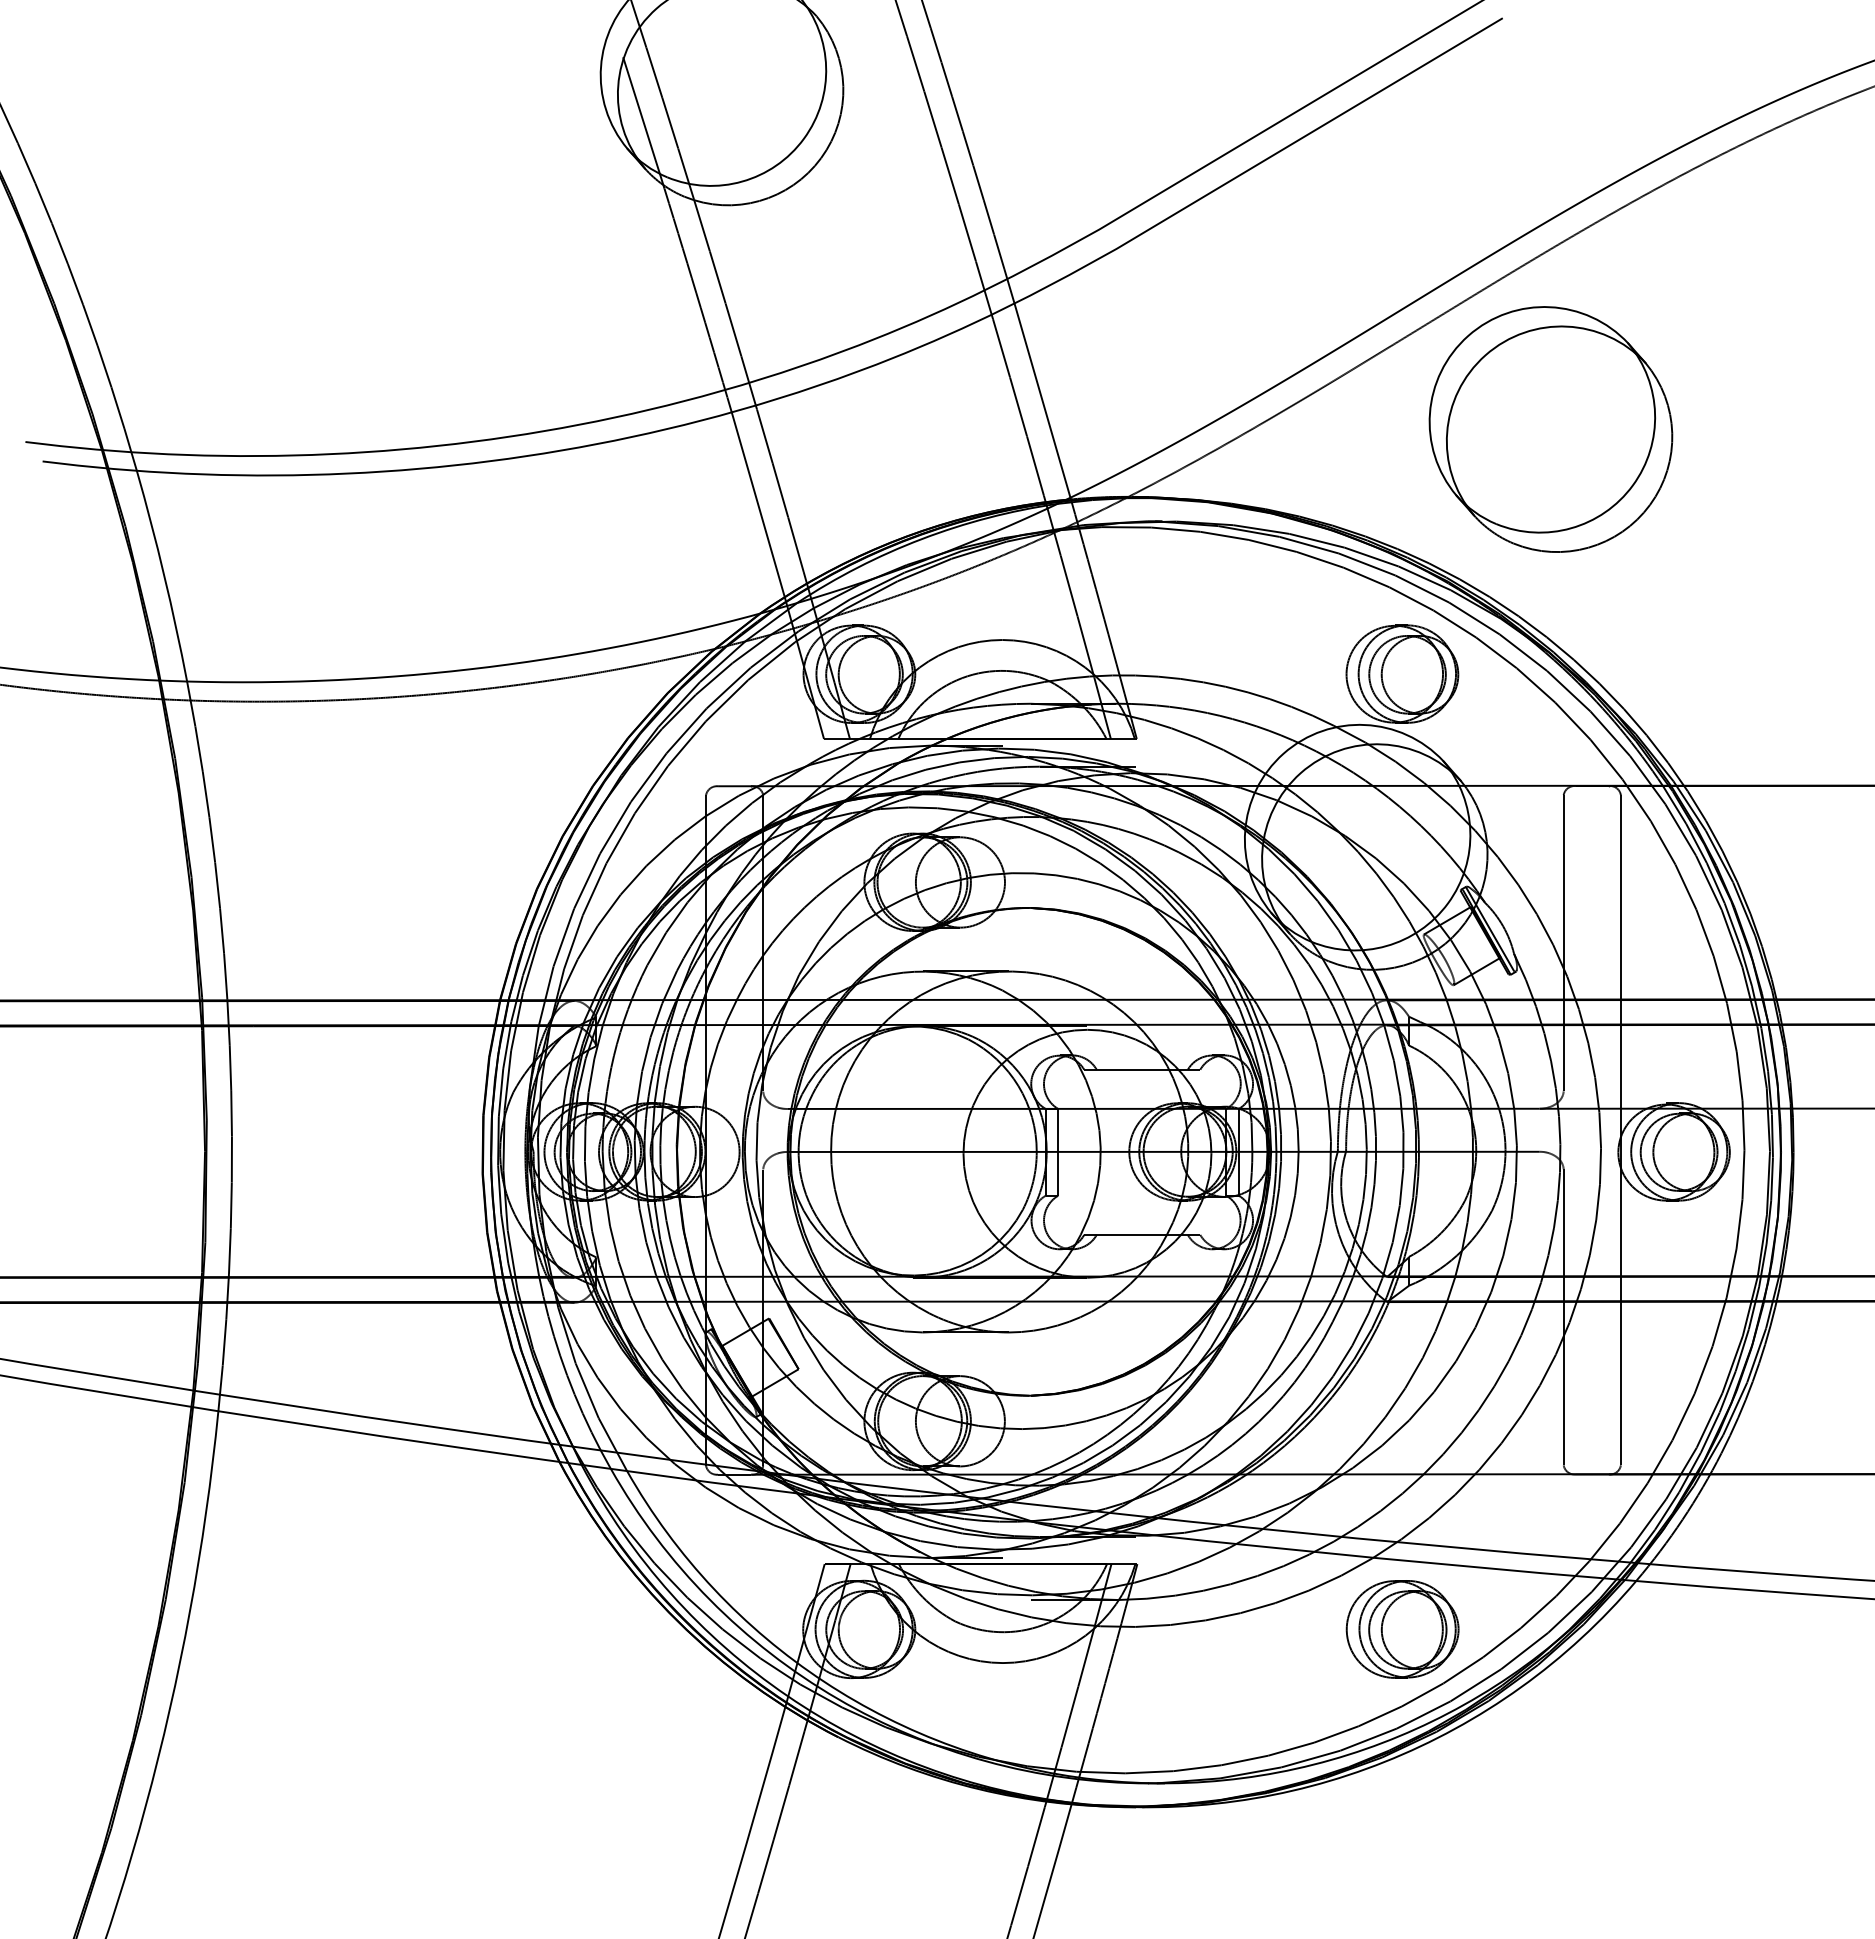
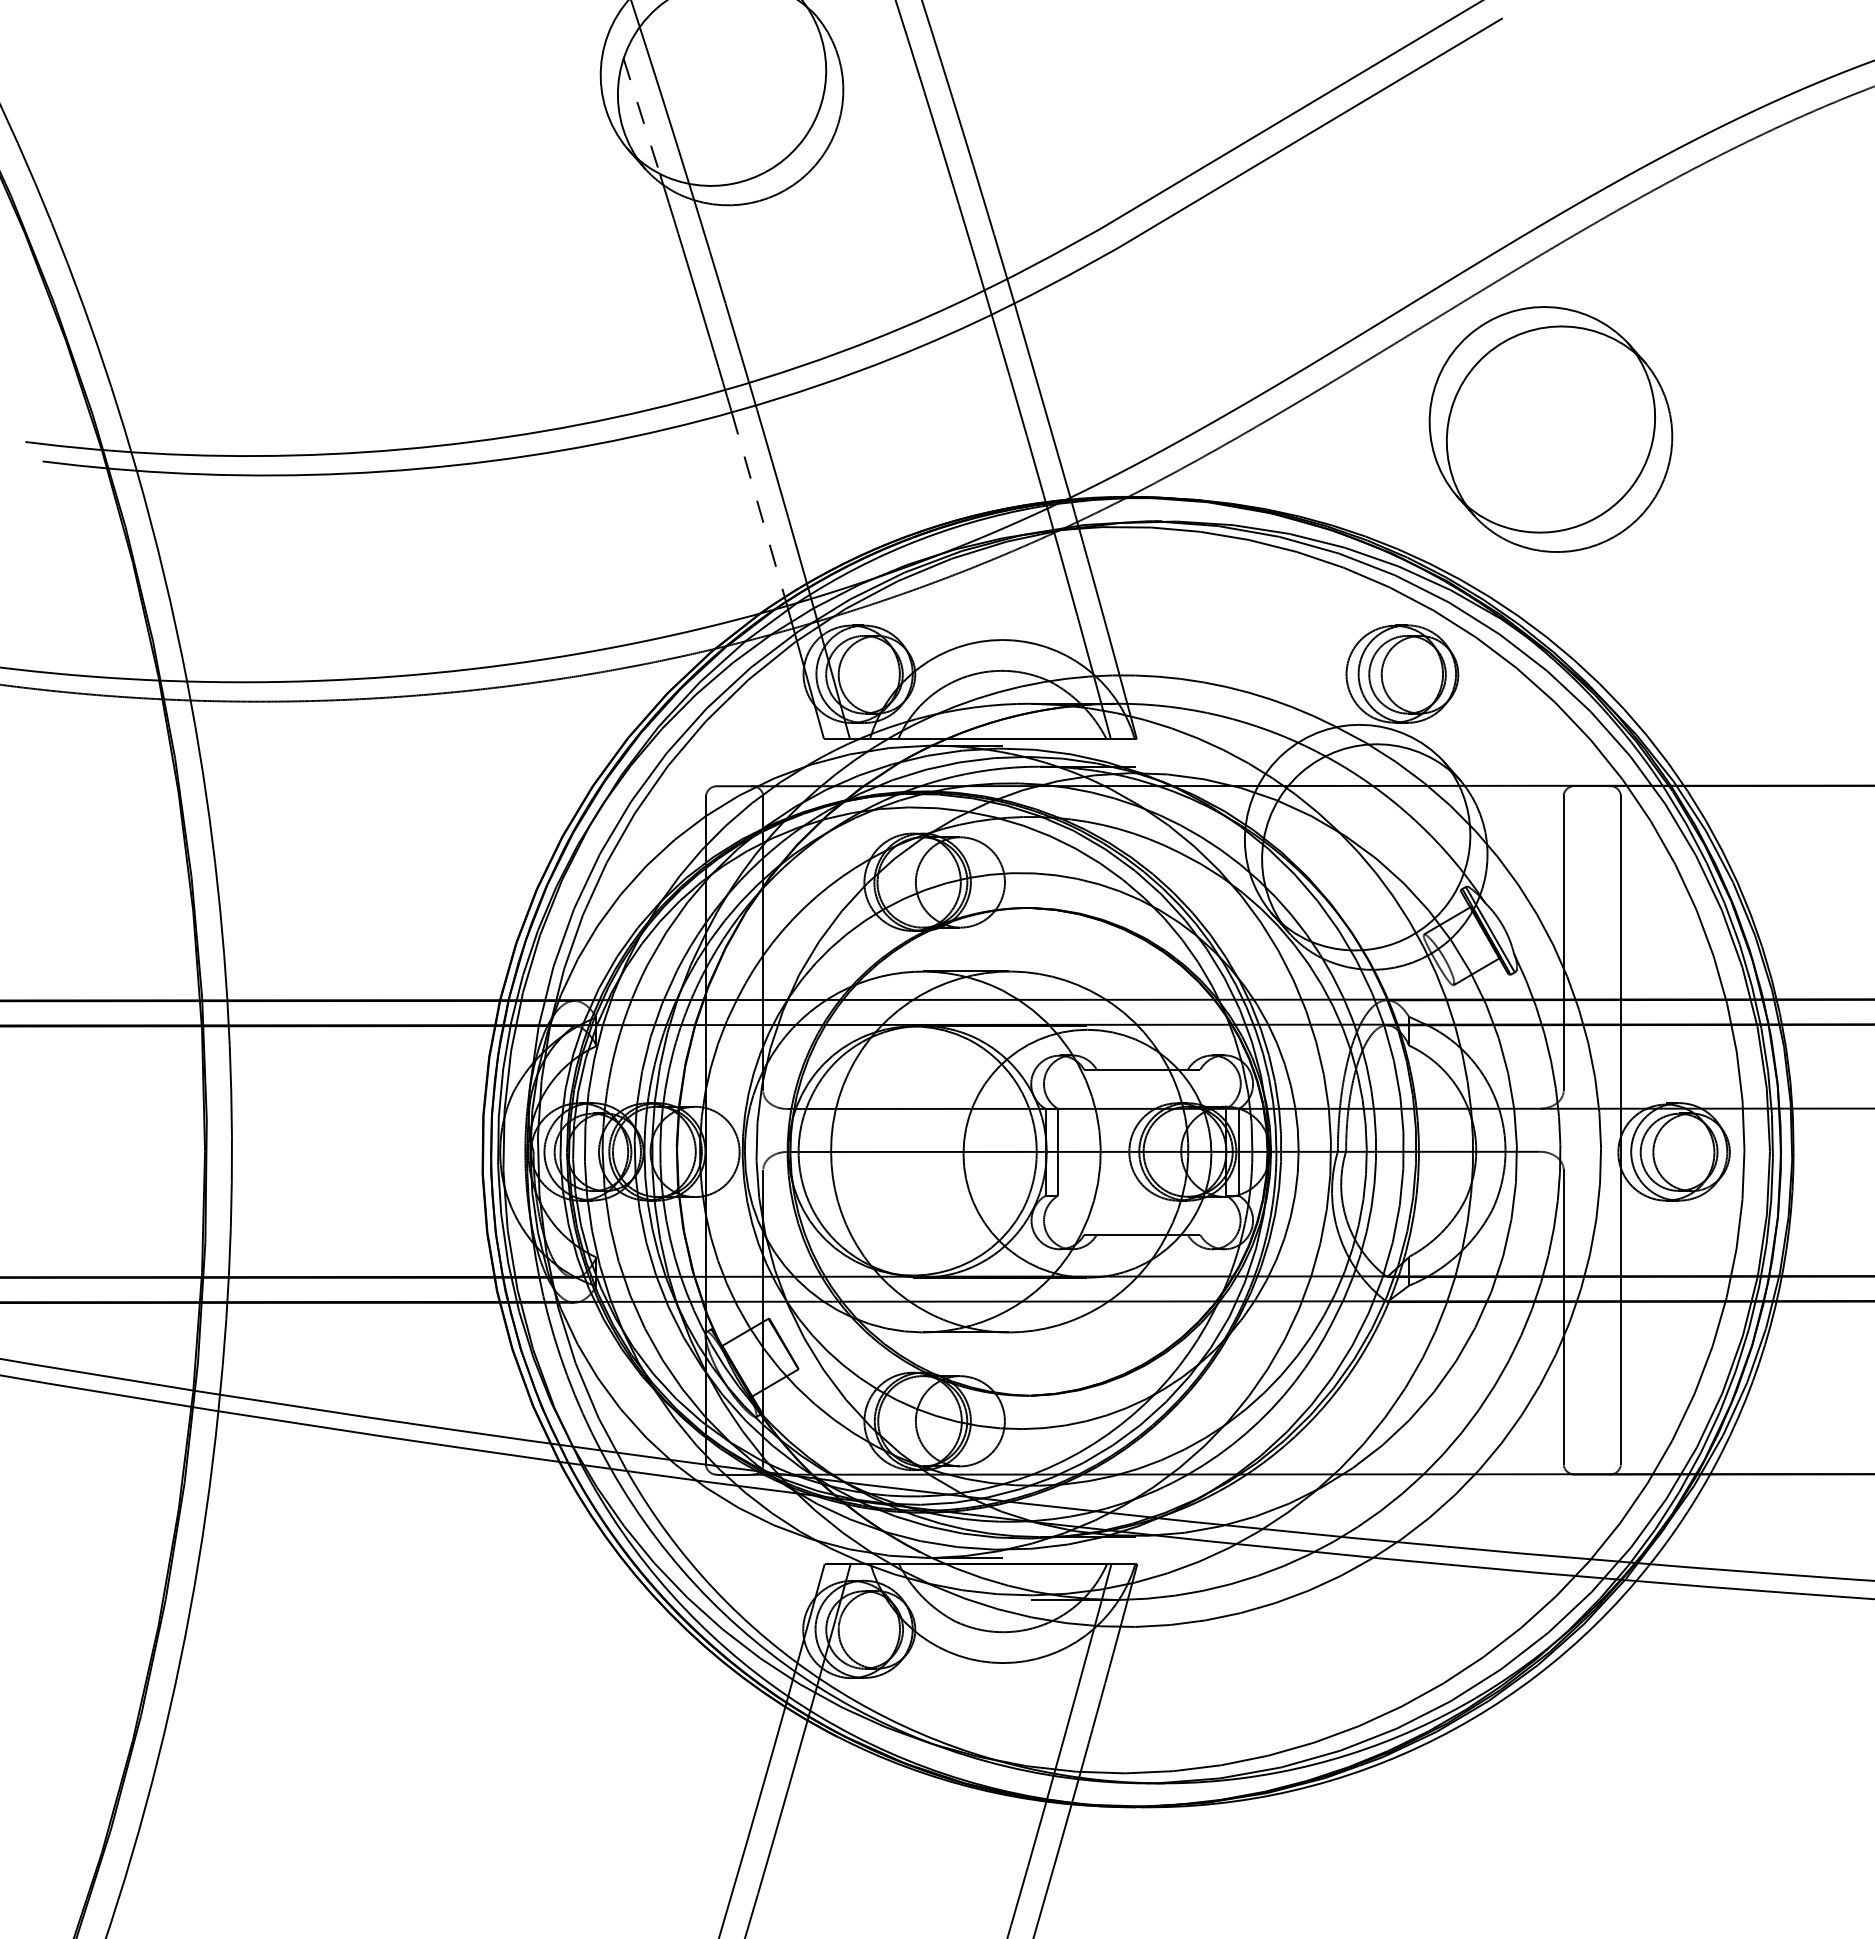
line at (641, 116): solid -> dashed
line at (758, 505): solid -> dashed
part at (1402, 1629): present -> none
